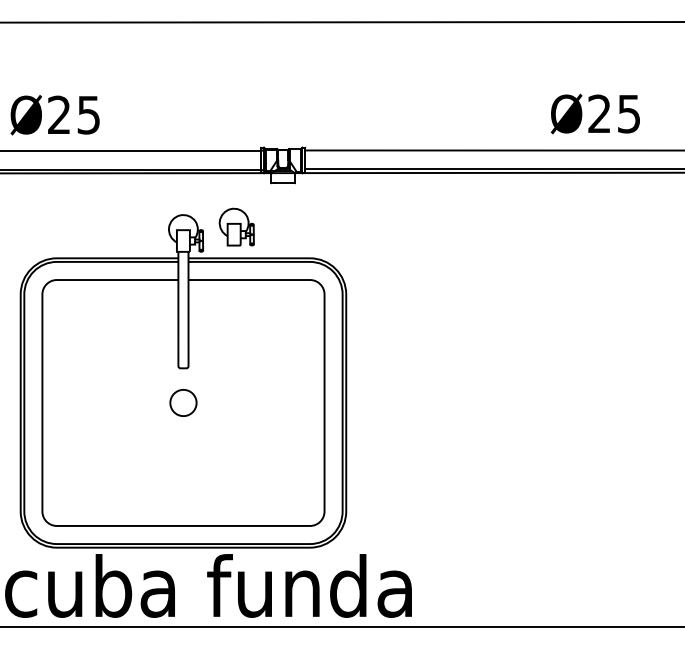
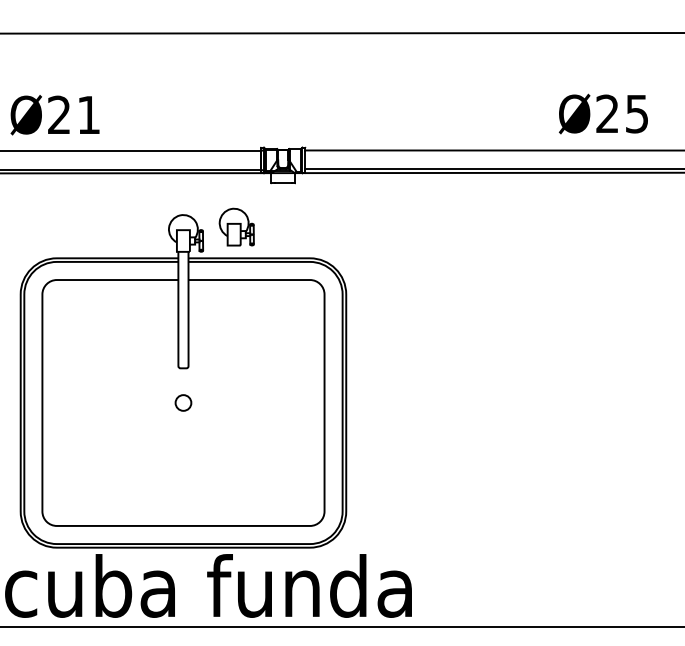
line at (341, 22) position: (341, 22) -> (341, 33)
text at (595, 113) position: (595, 113) -> (603, 113)
text at (88, 115): Ø25 -> Ø21
circle at (183, 402) size: 29x28 px -> 19x18 px
